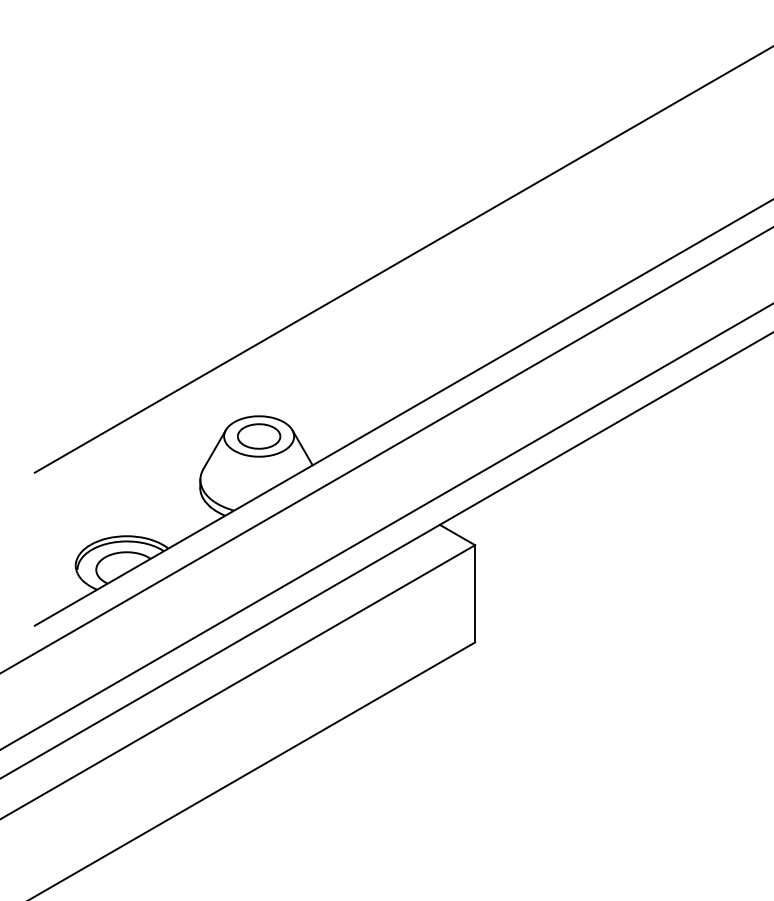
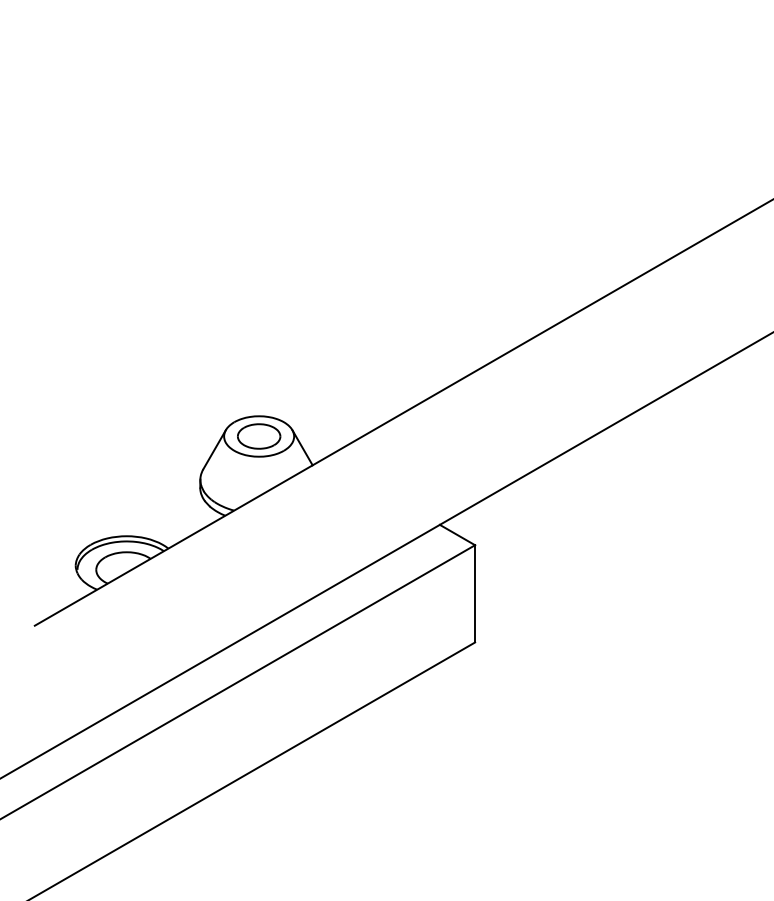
line at (402, 260): present -> none
line at (386, 450): present -> none
line at (386, 526): present -> none
